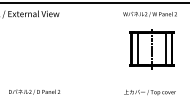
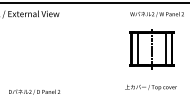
text at (149, 14) position: (149, 14) -> (156, 14)
text at (149, 92) position: (149, 92) -> (150, 87)
